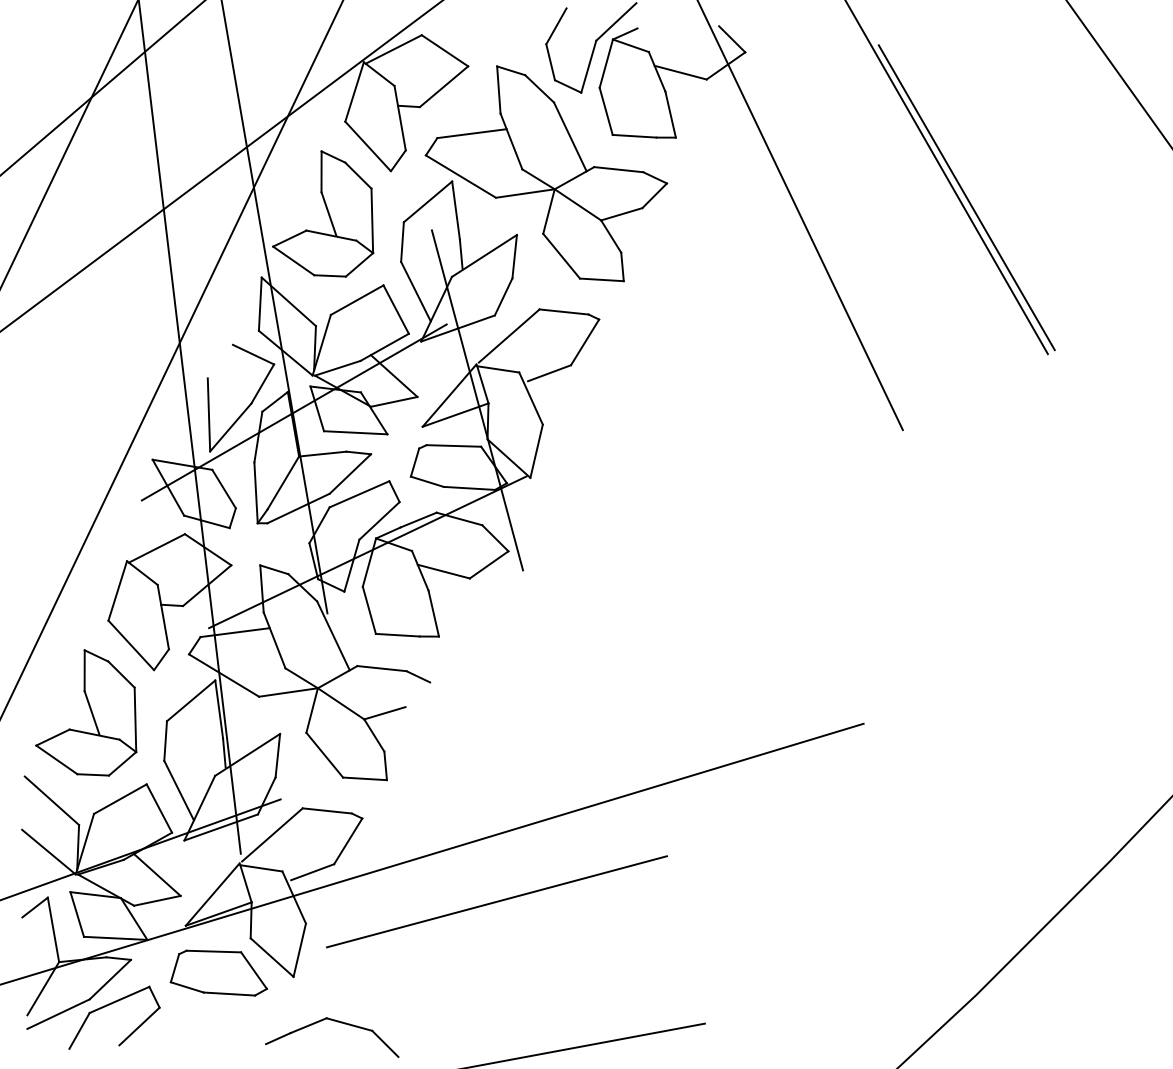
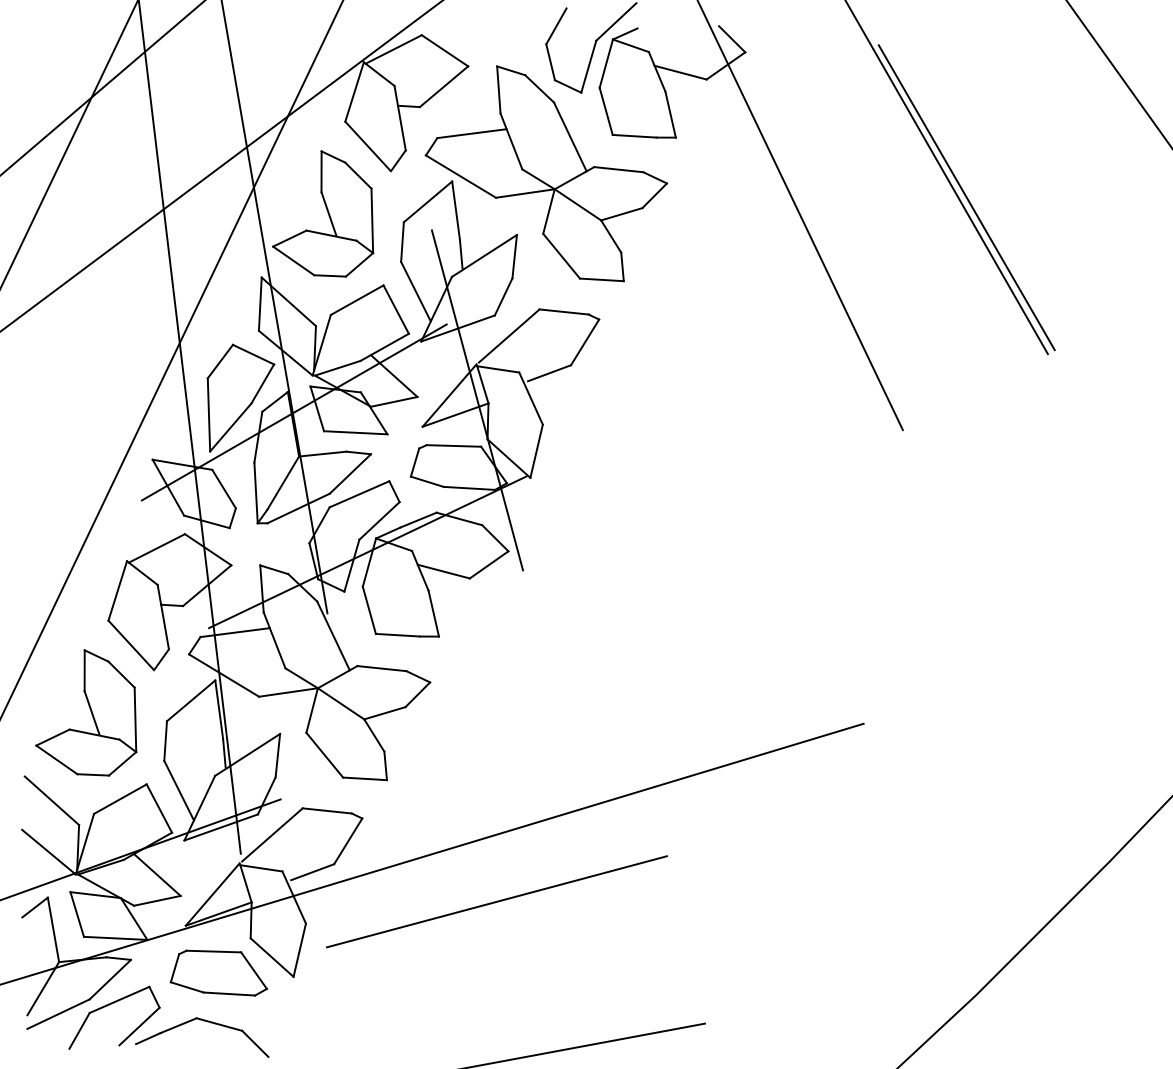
line at (219, 361): none -> present
line at (417, 694): none -> present
part at (337, 1022) position: (337, 1022) -> (207, 1022)
